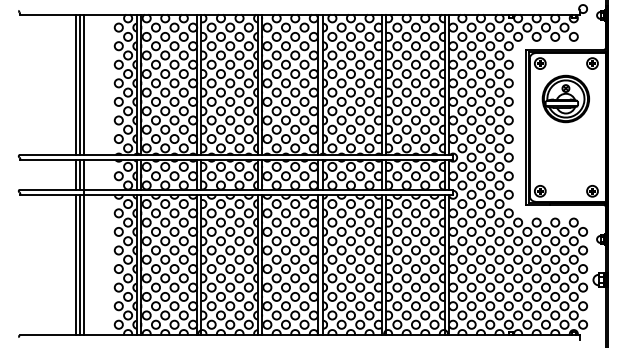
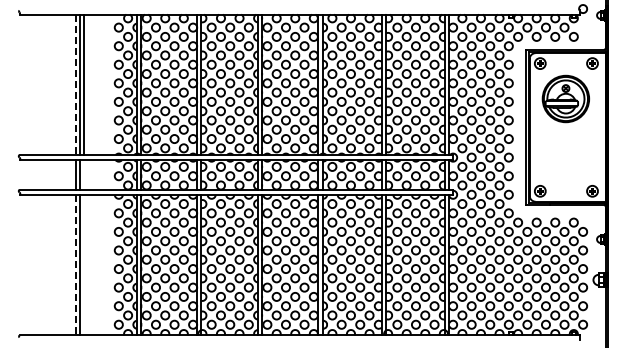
line at (75, 85): solid -> dashed
line at (84, 247): present -> none
line at (75, 265): solid -> dashed
